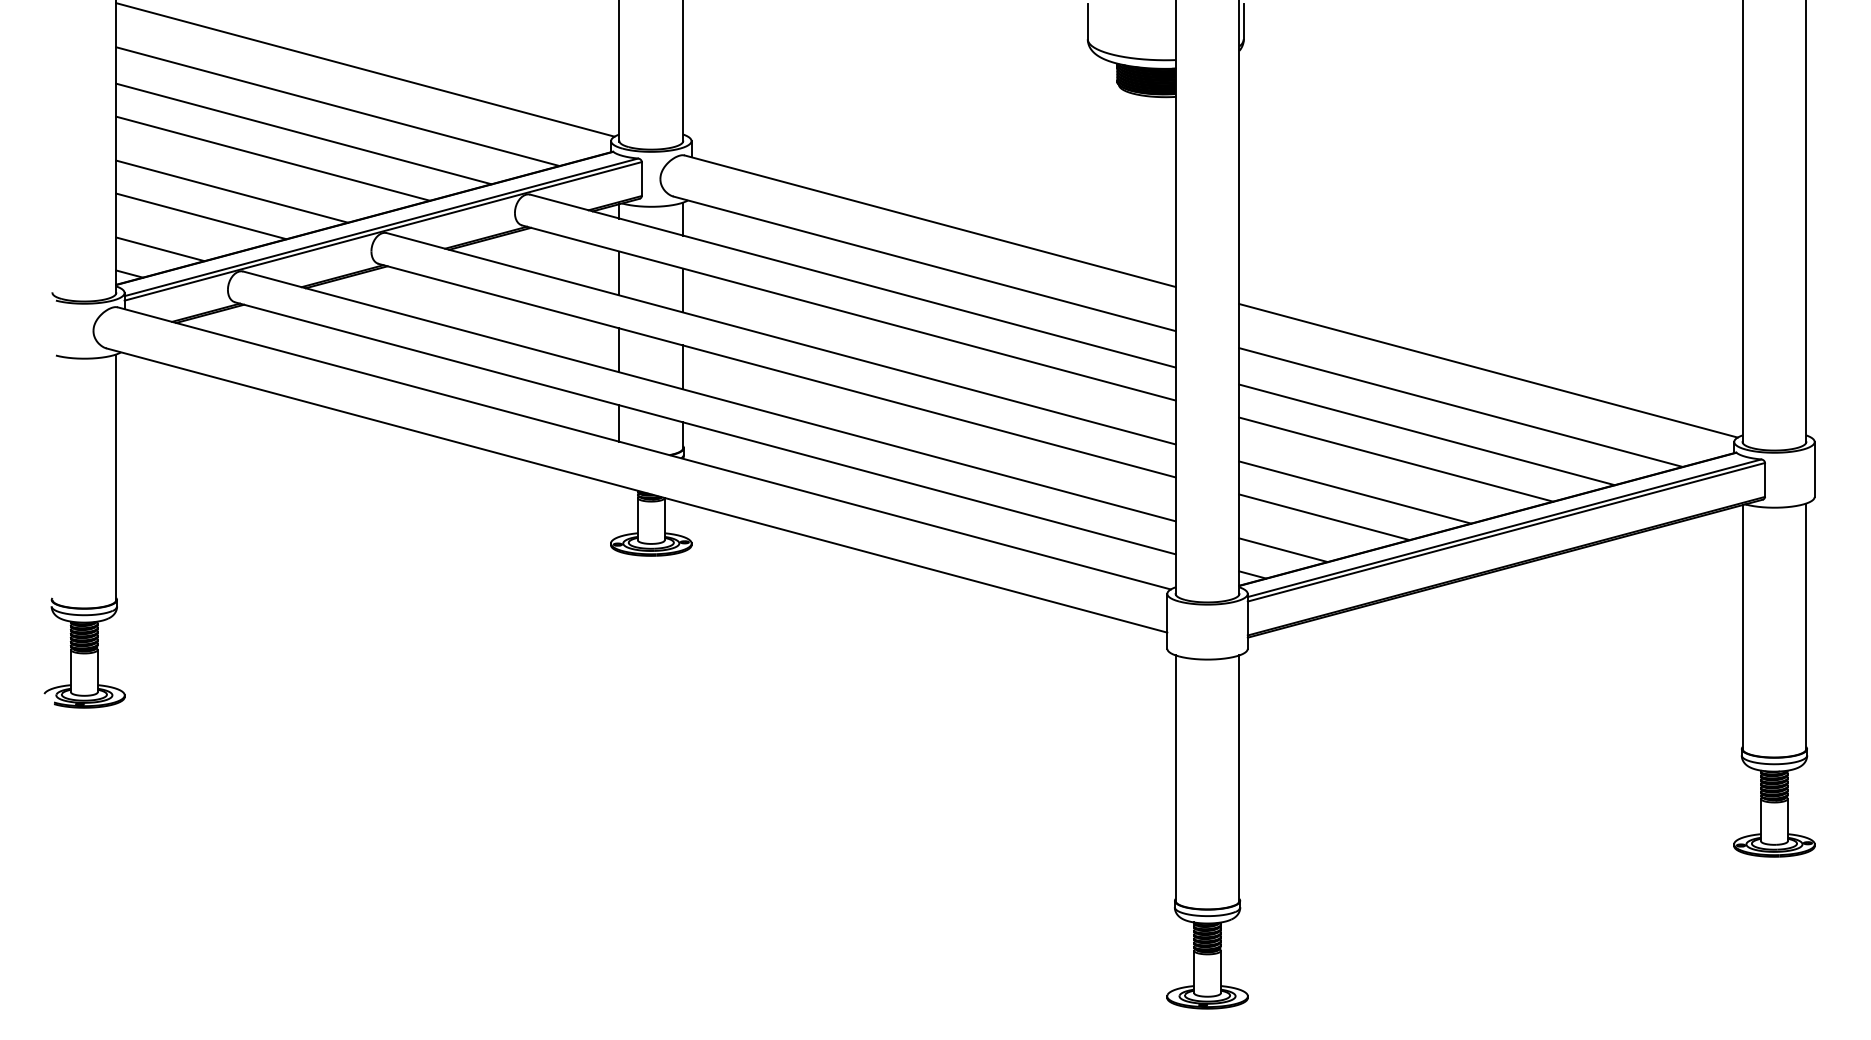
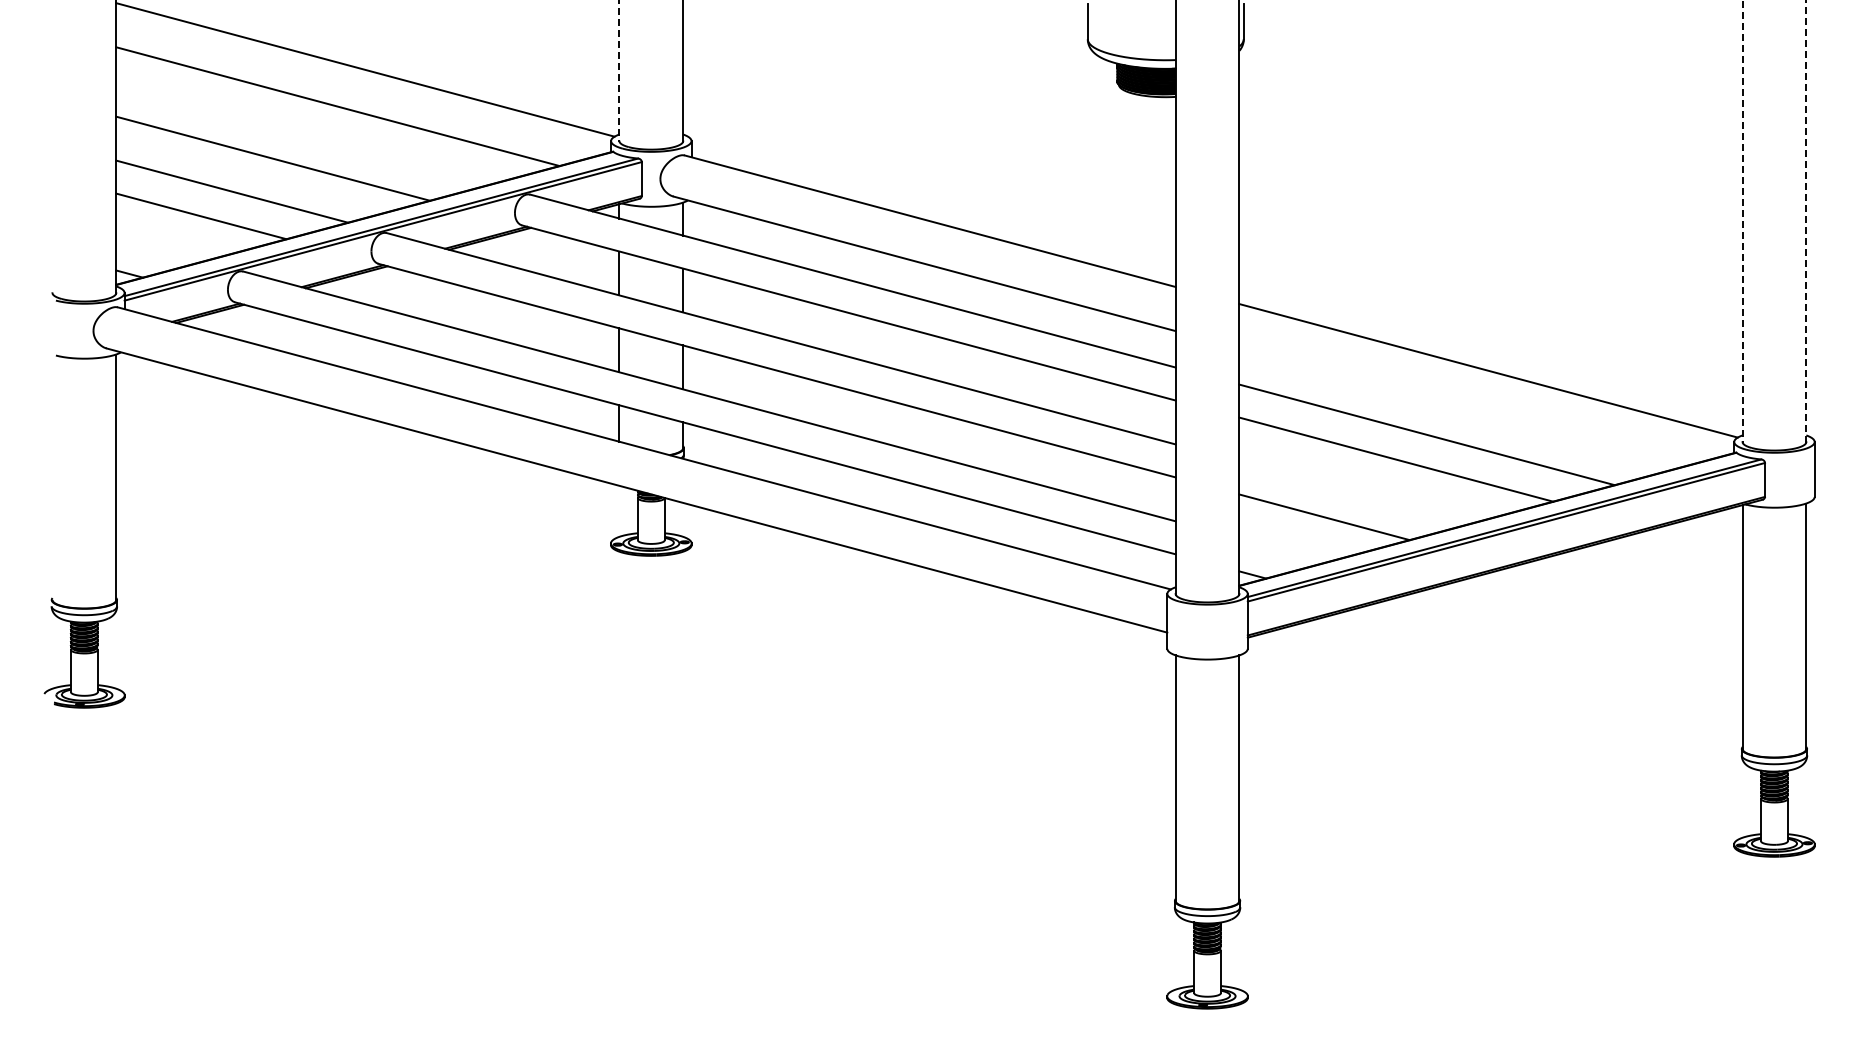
line at (619, 71): solid -> dashed
line at (303, 133): present -> none
line at (1742, 221): solid -> dashed
line at (1806, 221): solid -> dashed
line at (160, 249): present -> none
line at (1460, 407): present -> none
line at (1355, 492): present -> none
line at (1283, 550): present -> none
